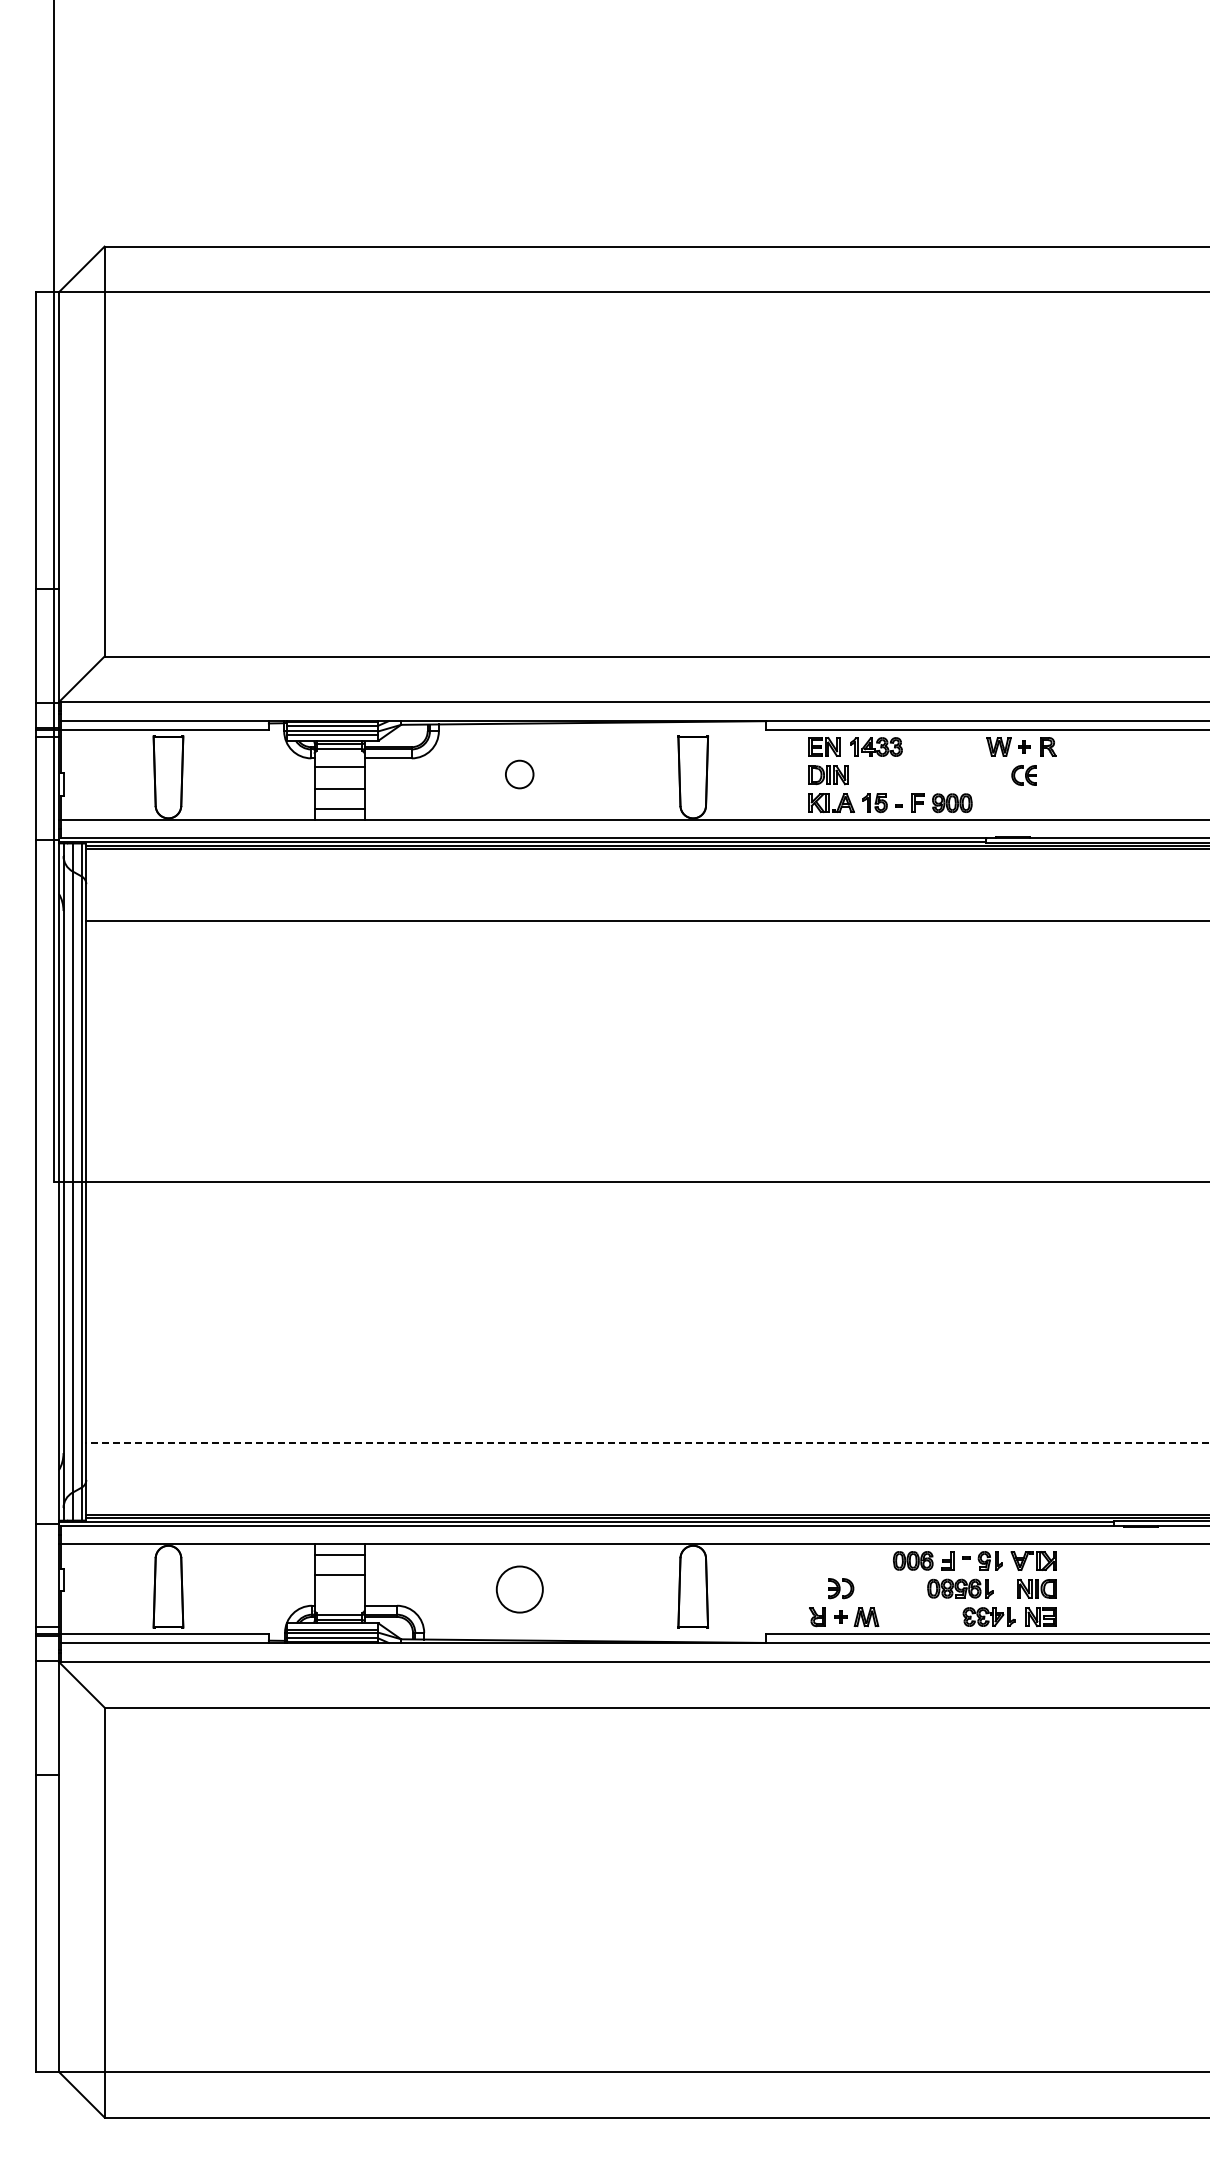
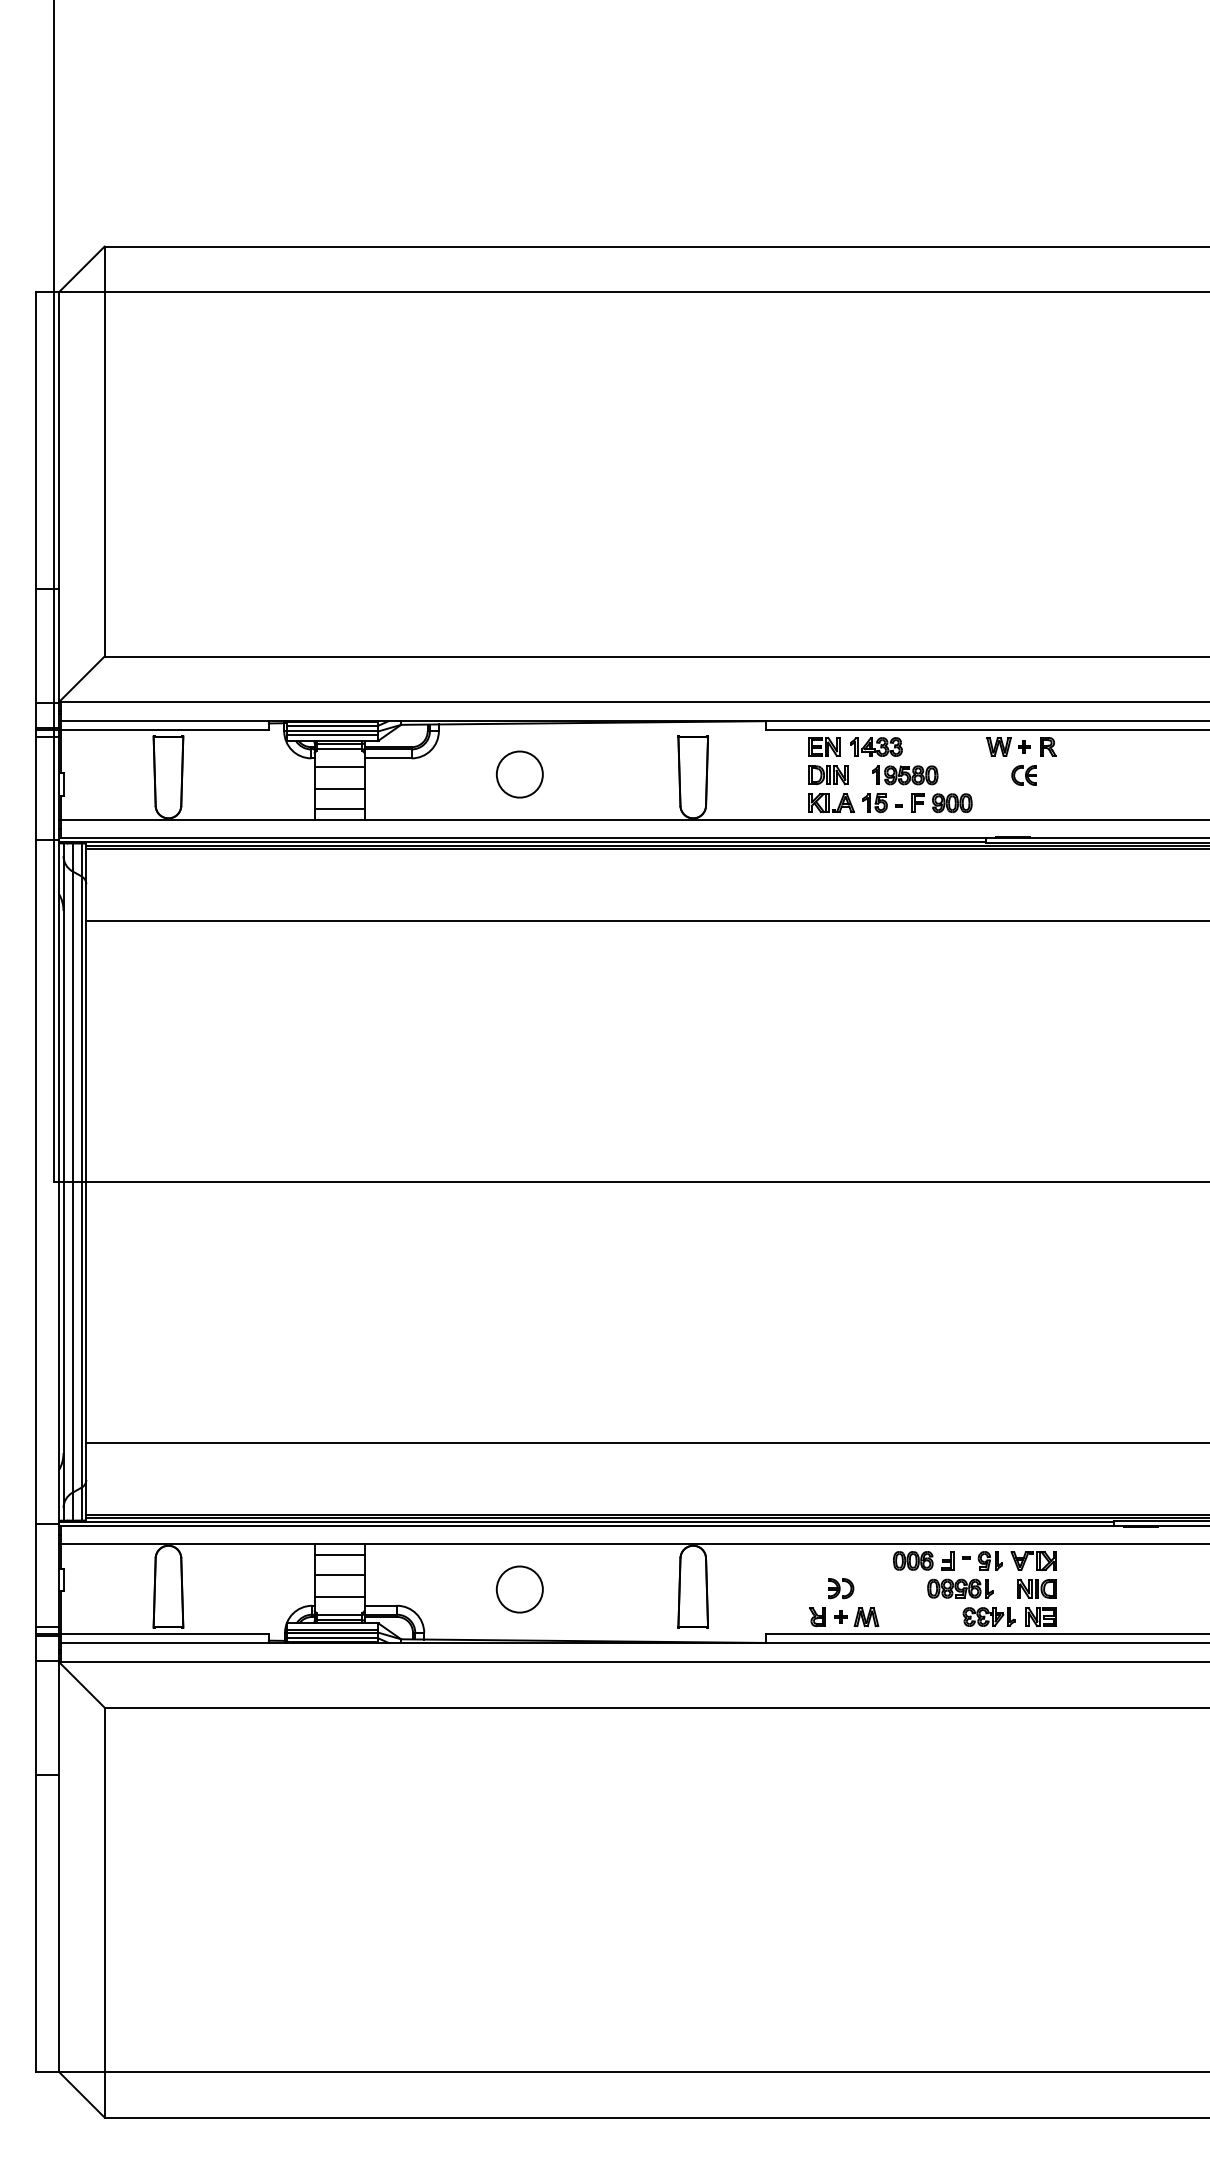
circle at (519, 774) size: 30x31 px -> 49x49 px
part at (905, 775): none -> present
line at (647, 1443): dashed -> solid
line at (339, 1597): none -> present
